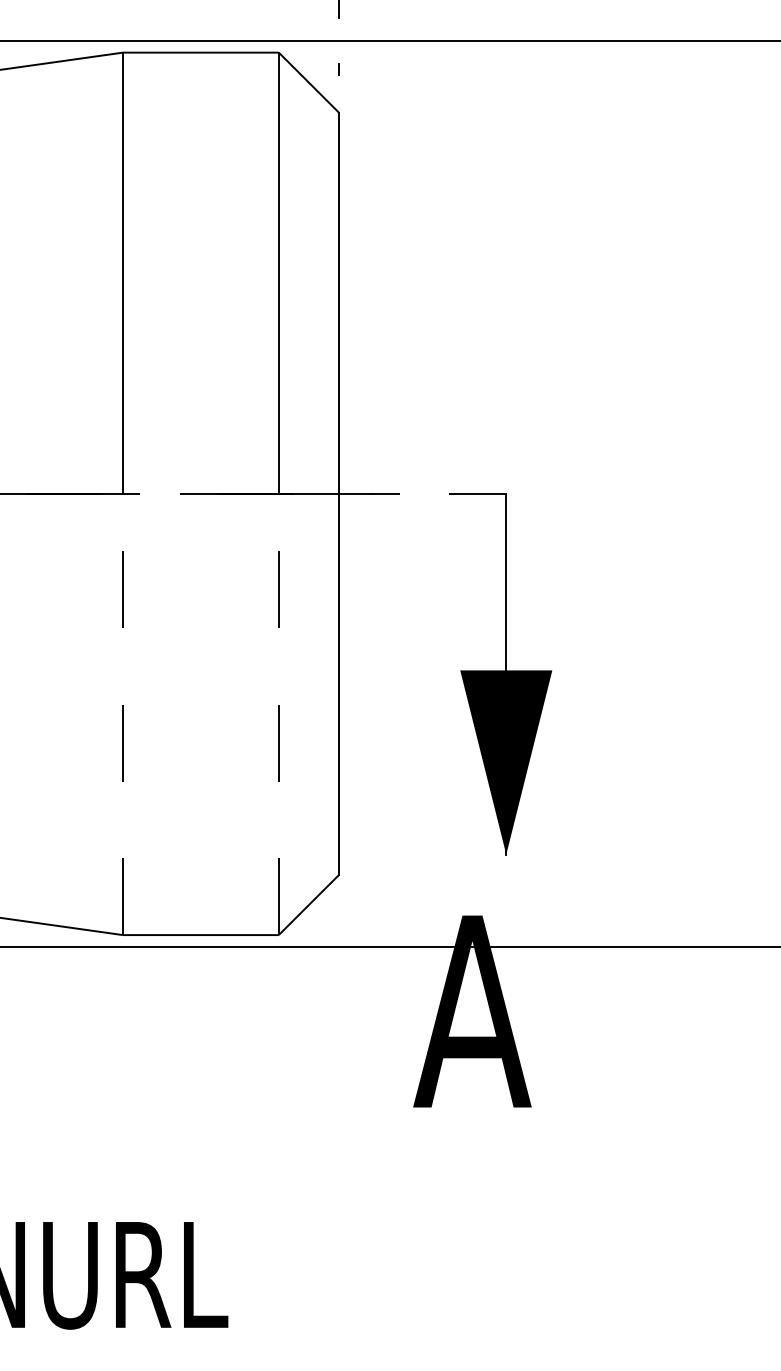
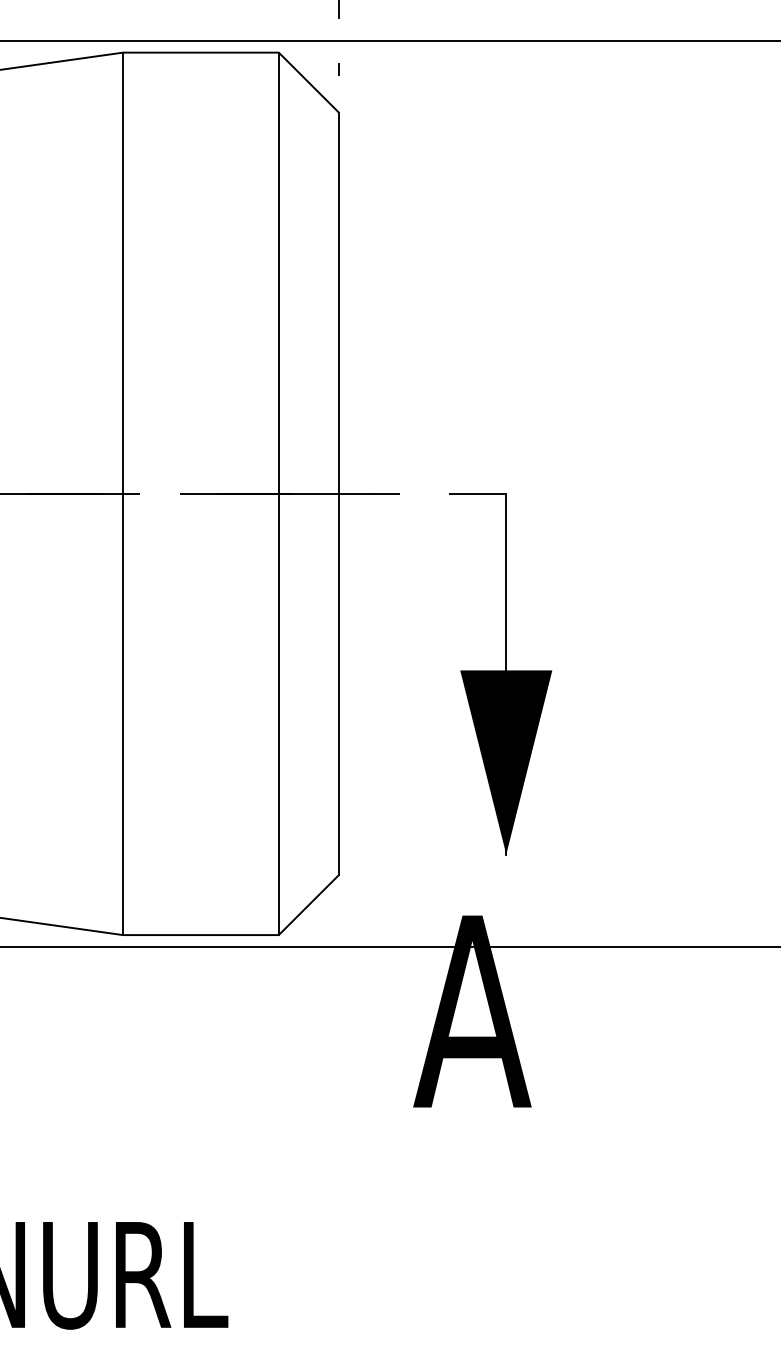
line at (123, 714): dashed -> solid
line at (278, 714): dashed -> solid
